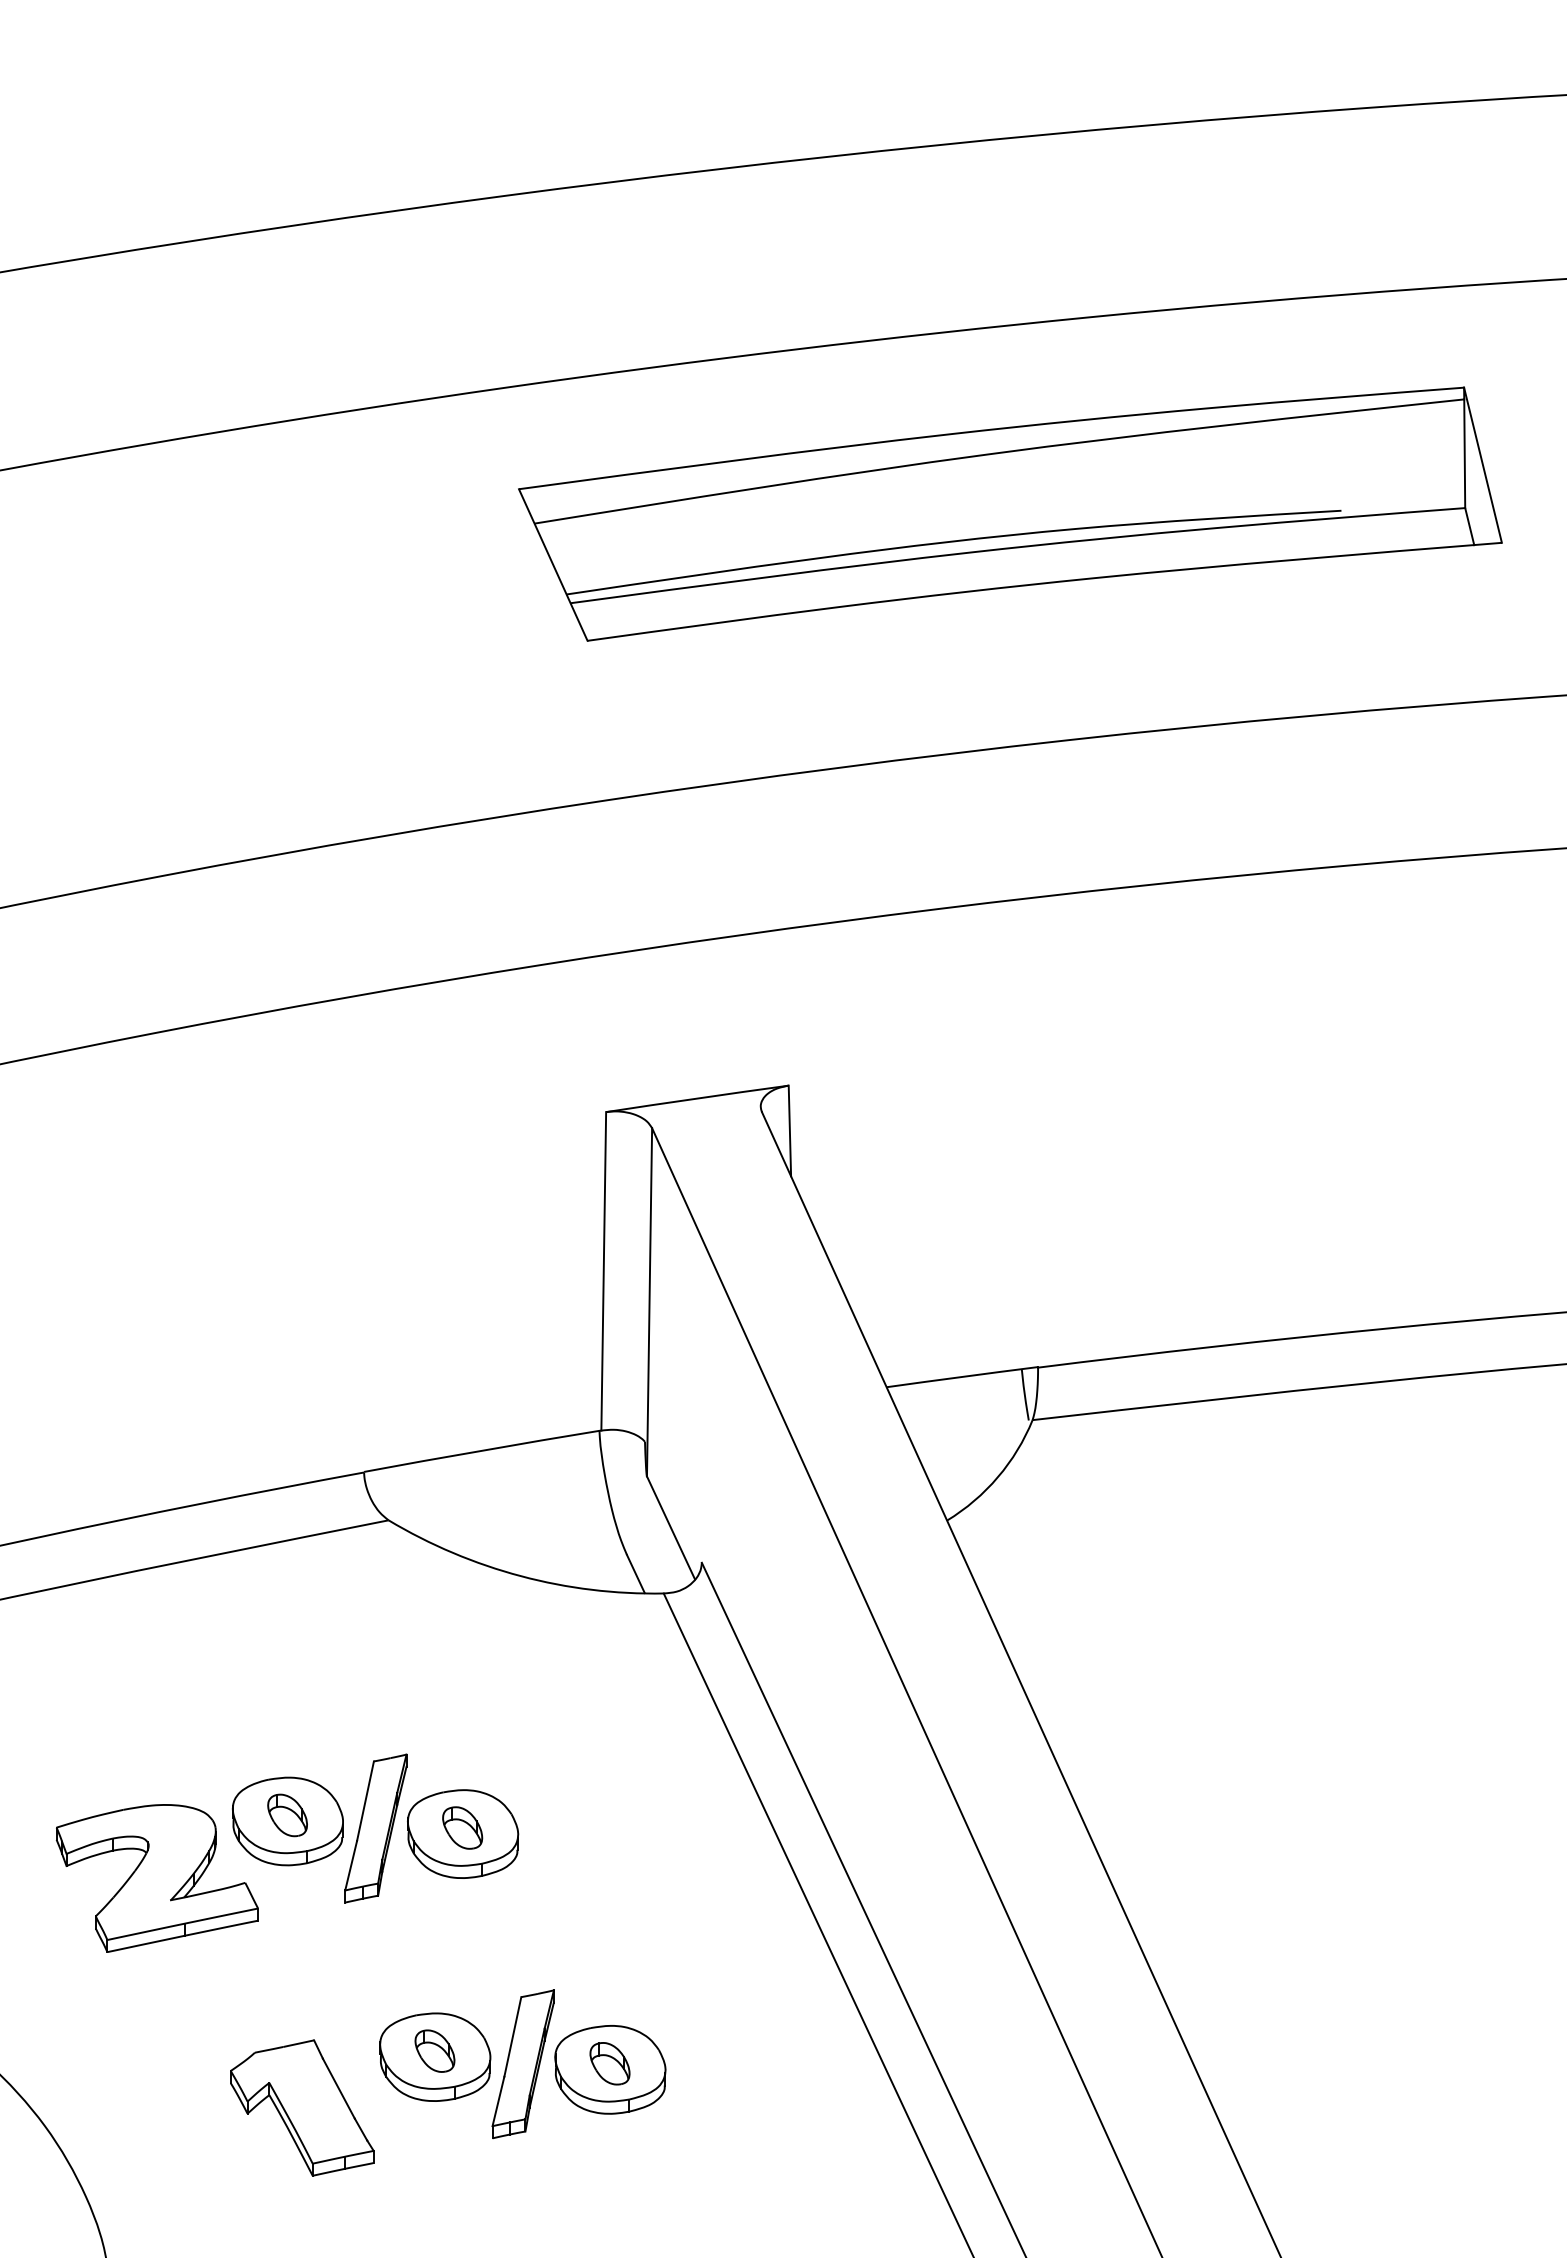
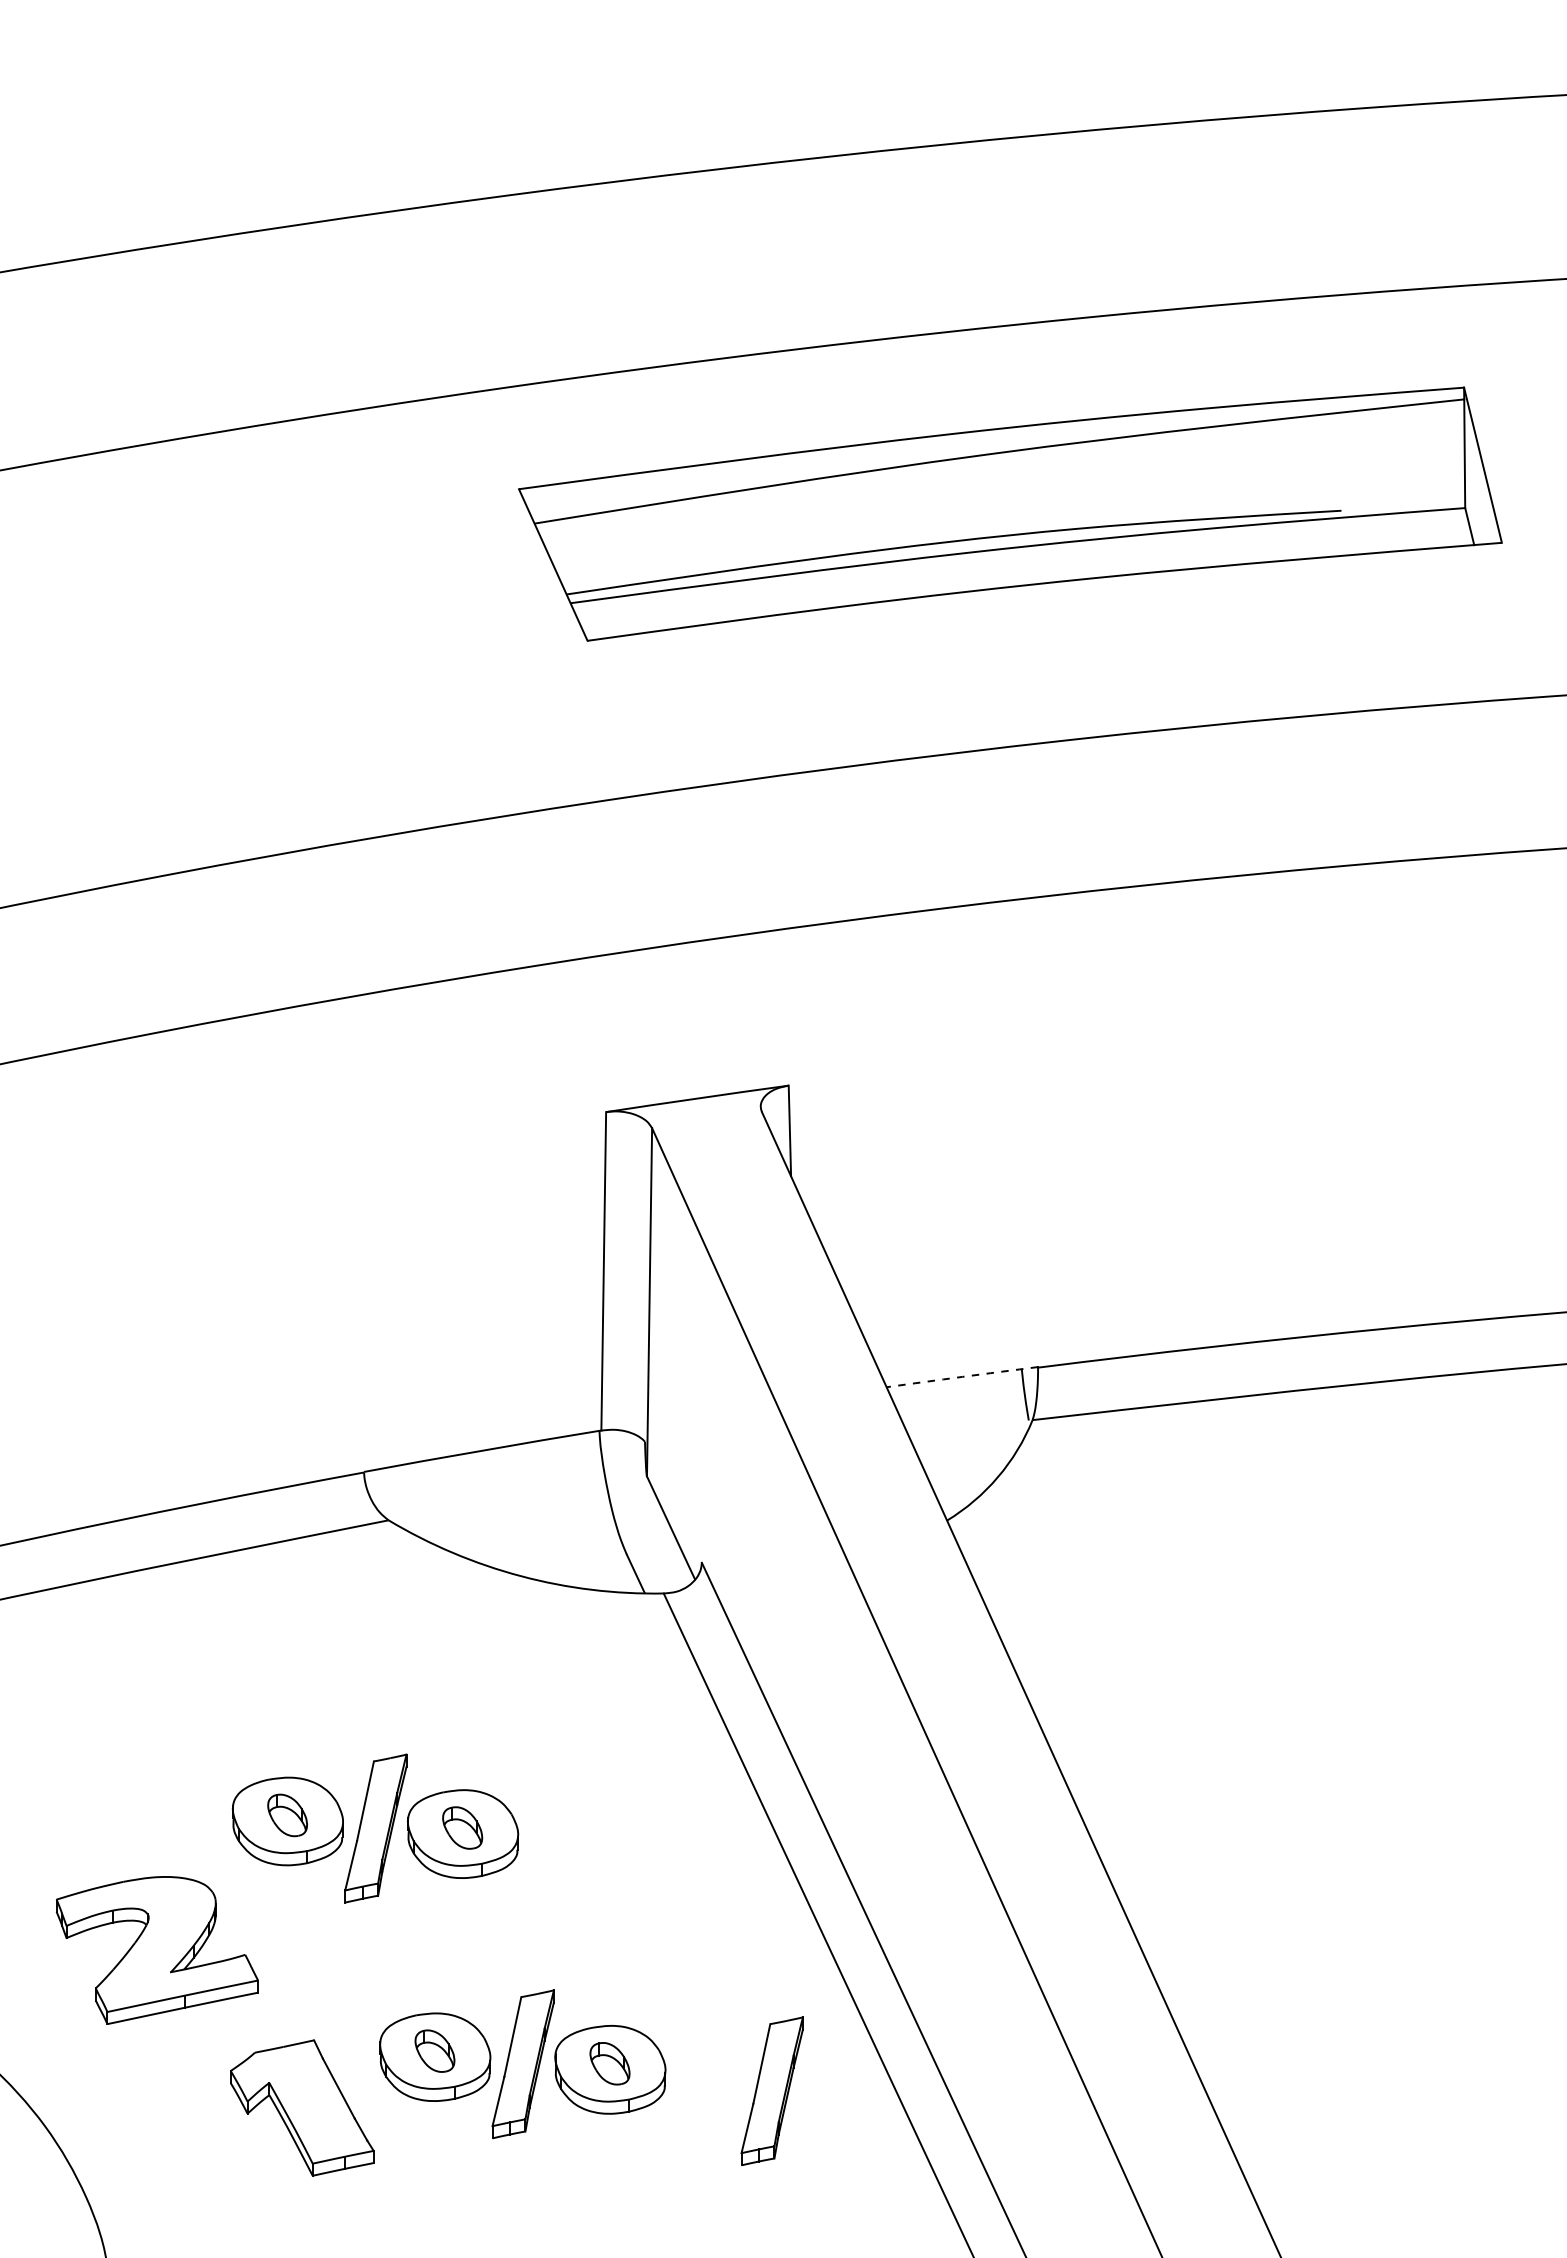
arc at (962, 1376): solid -> dashed
part at (157, 1878) position: (157, 1878) -> (157, 1950)
part at (771, 2091): none -> present
